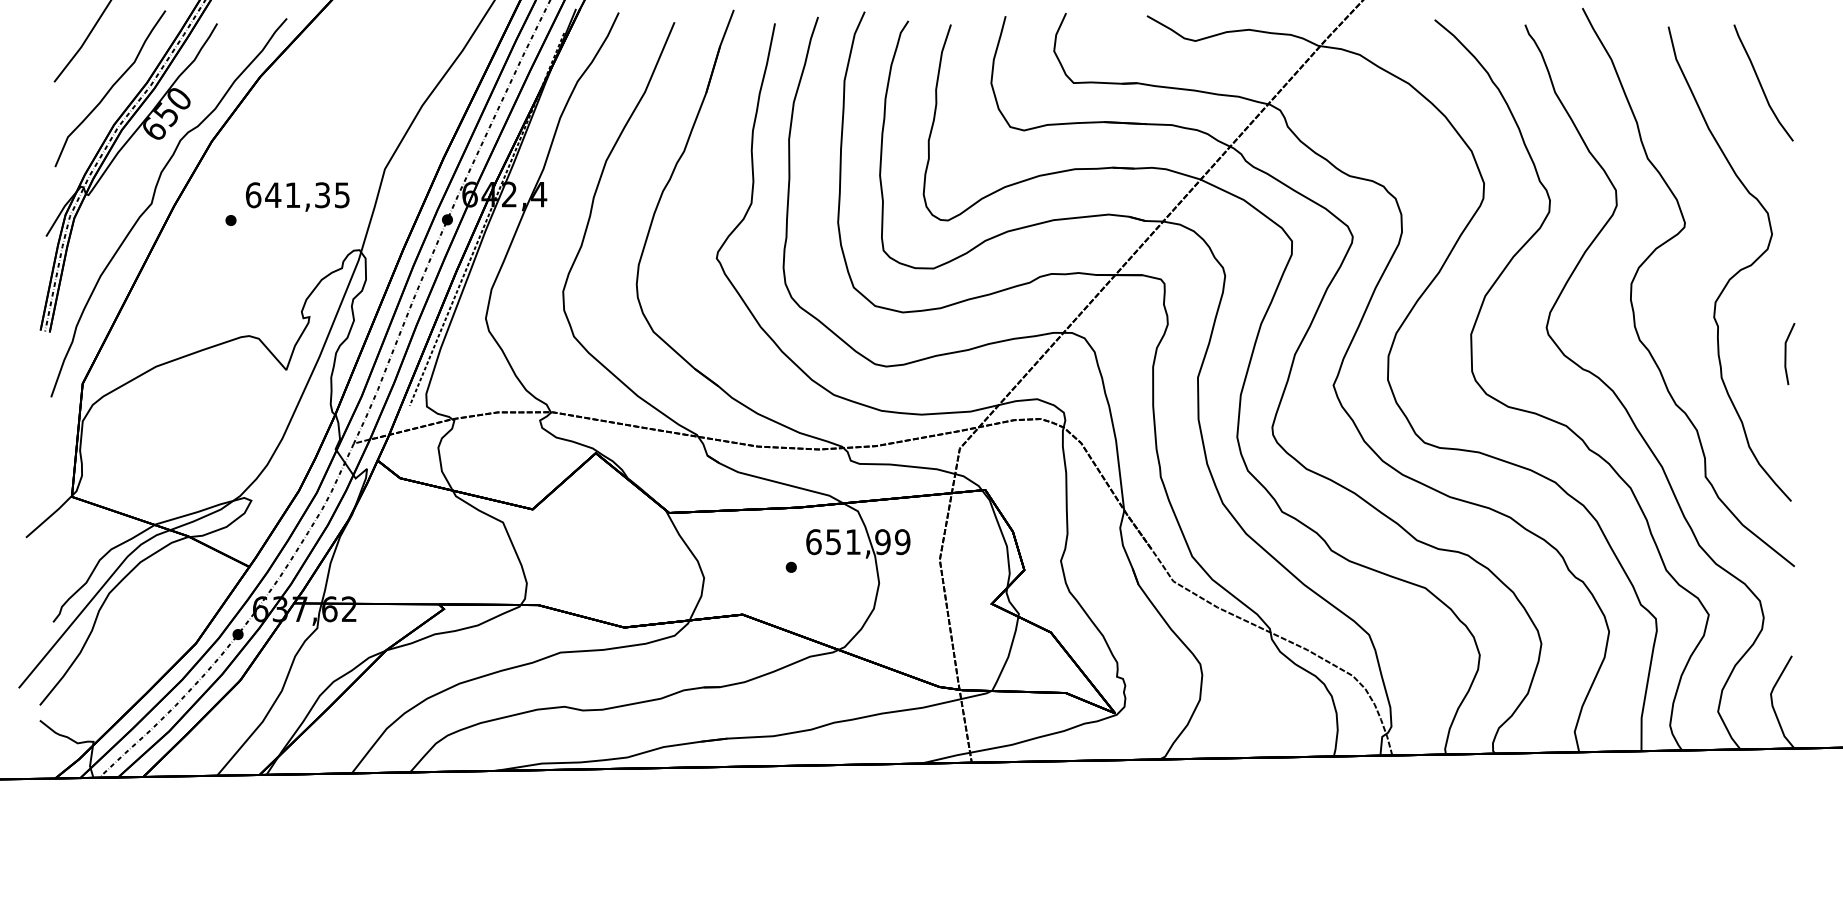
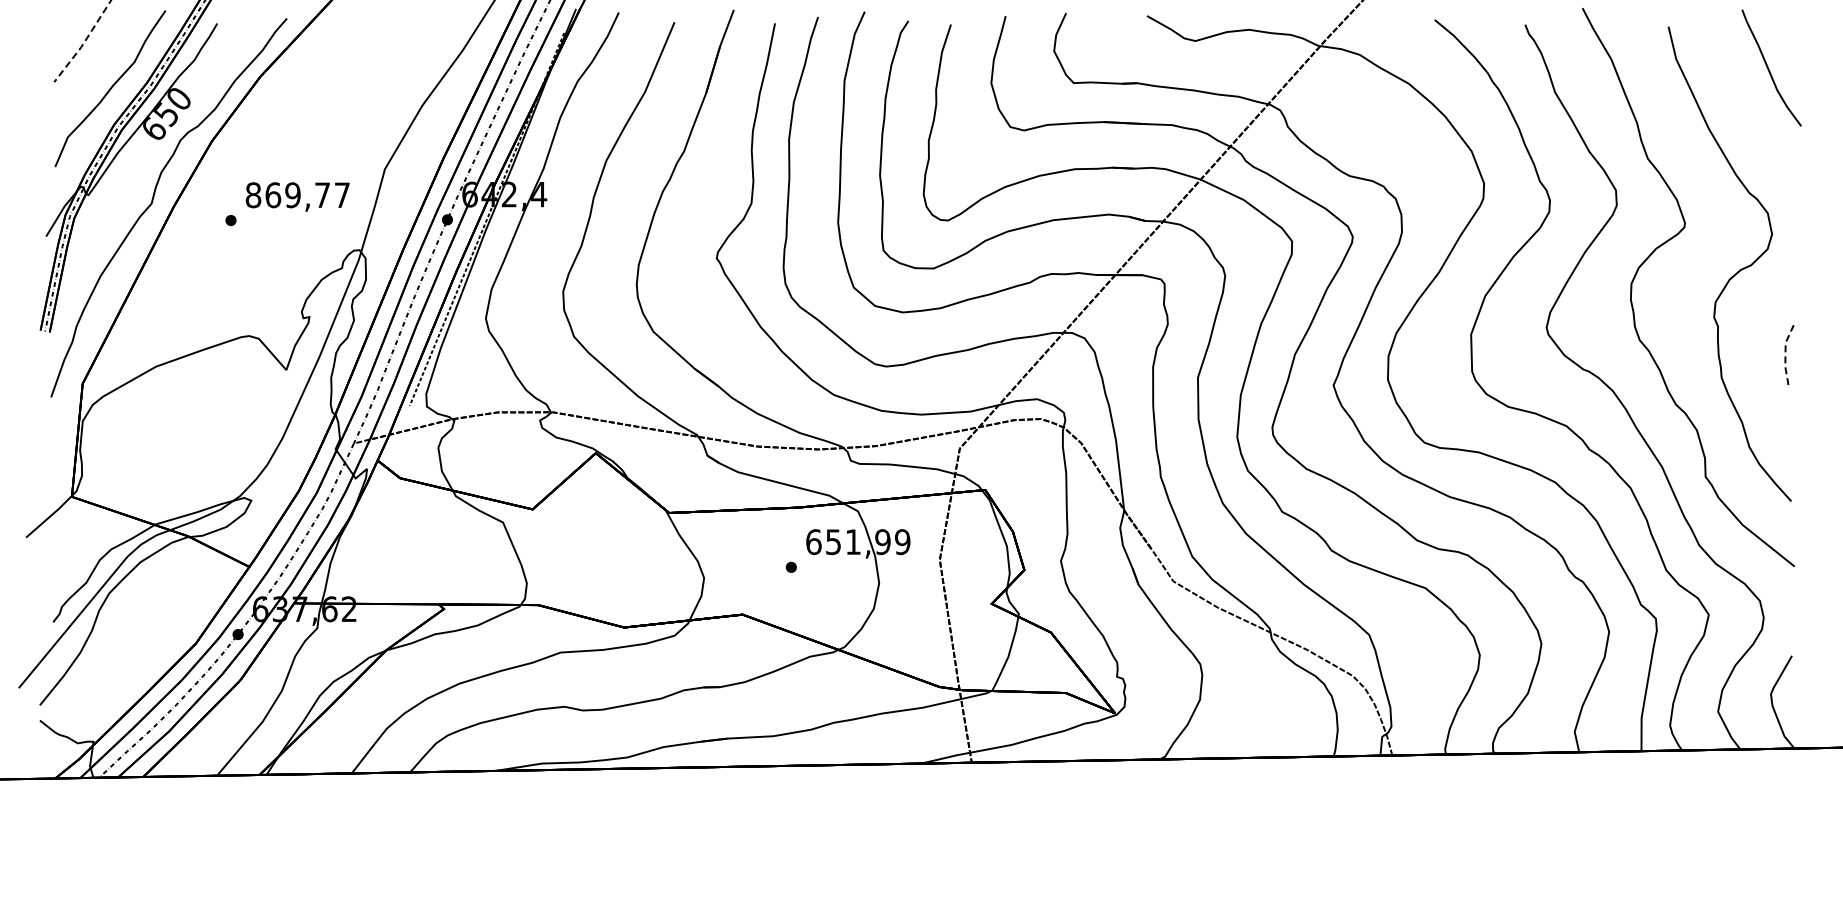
line at (83, 43): solid -> dashed
curve at (1761, 83) position: (1761, 83) -> (1769, 68)
text at (297, 195): 641,35 -> 869,77
line at (1785, 352): solid -> dashed
